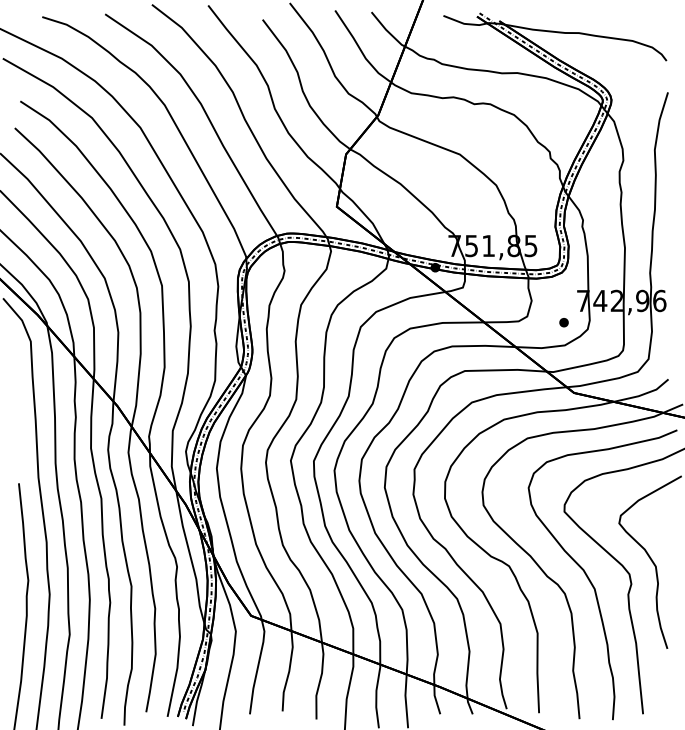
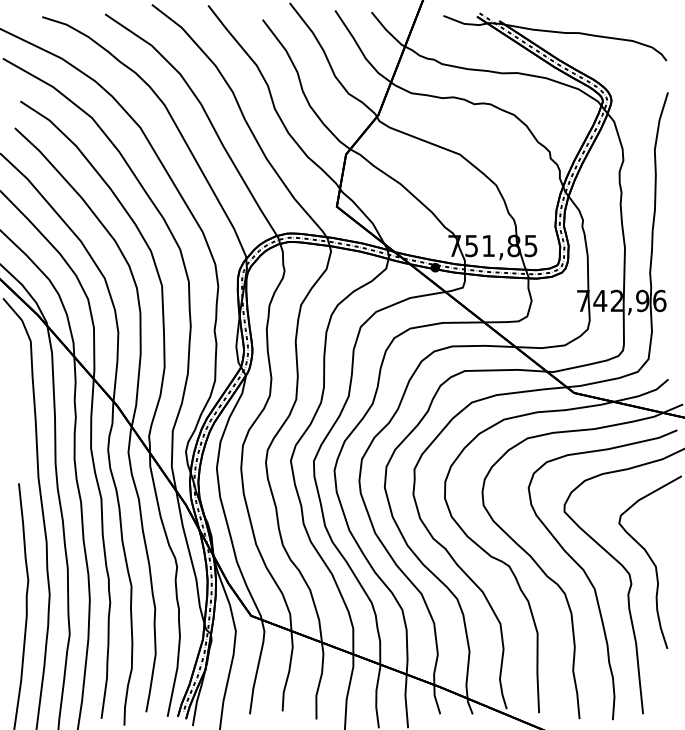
part at (563, 322): present -> none
